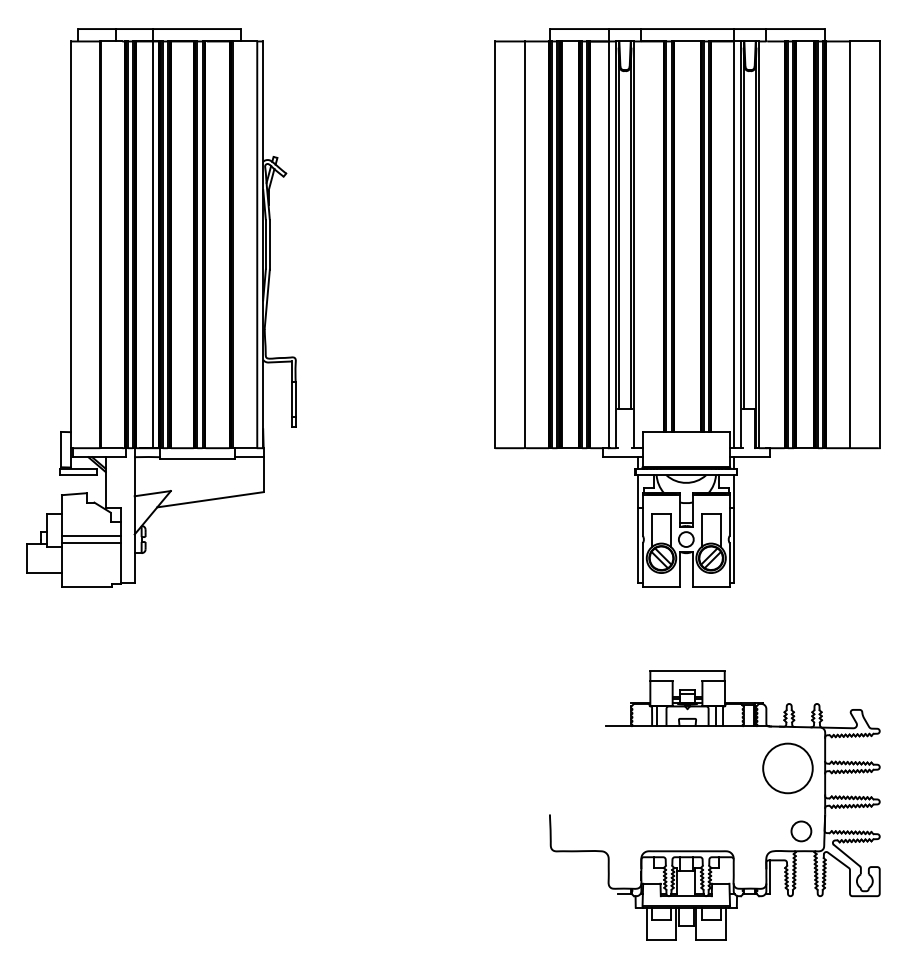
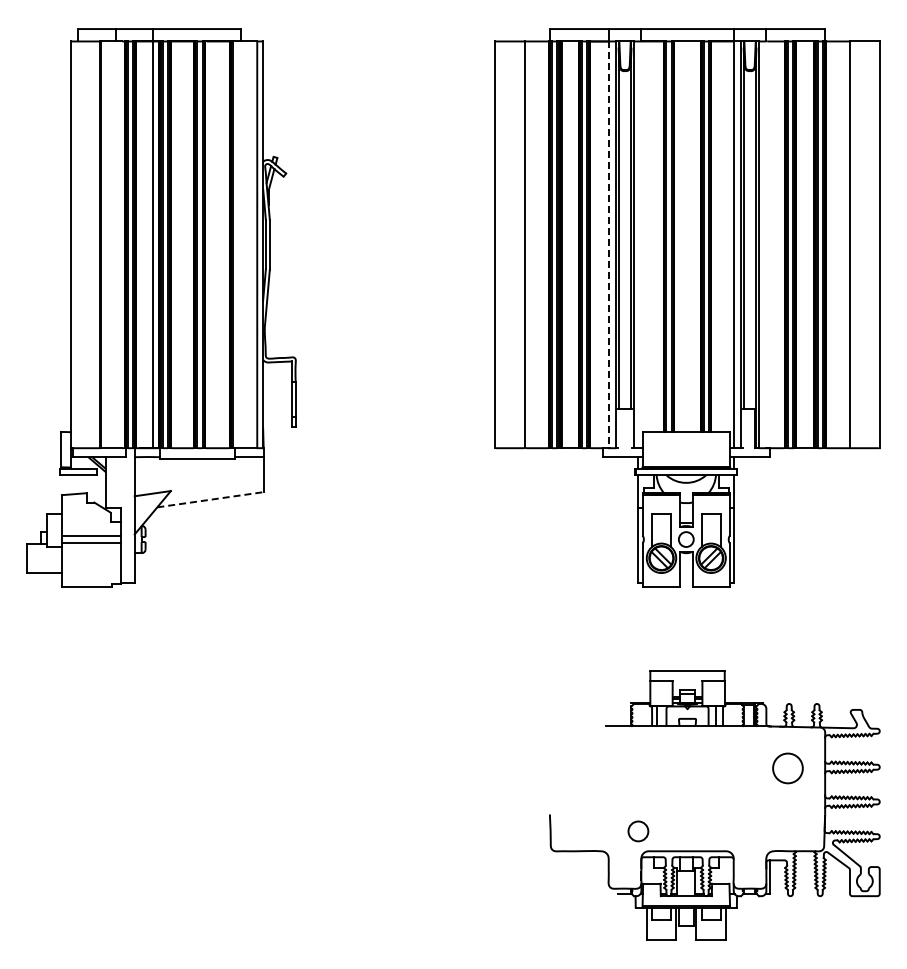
line at (608, 245): solid -> dashed
line at (210, 499): solid -> dashed
circle at (787, 768) diameter: 50 px -> 30 px
circle at (801, 831) position: (801, 831) -> (638, 831)
